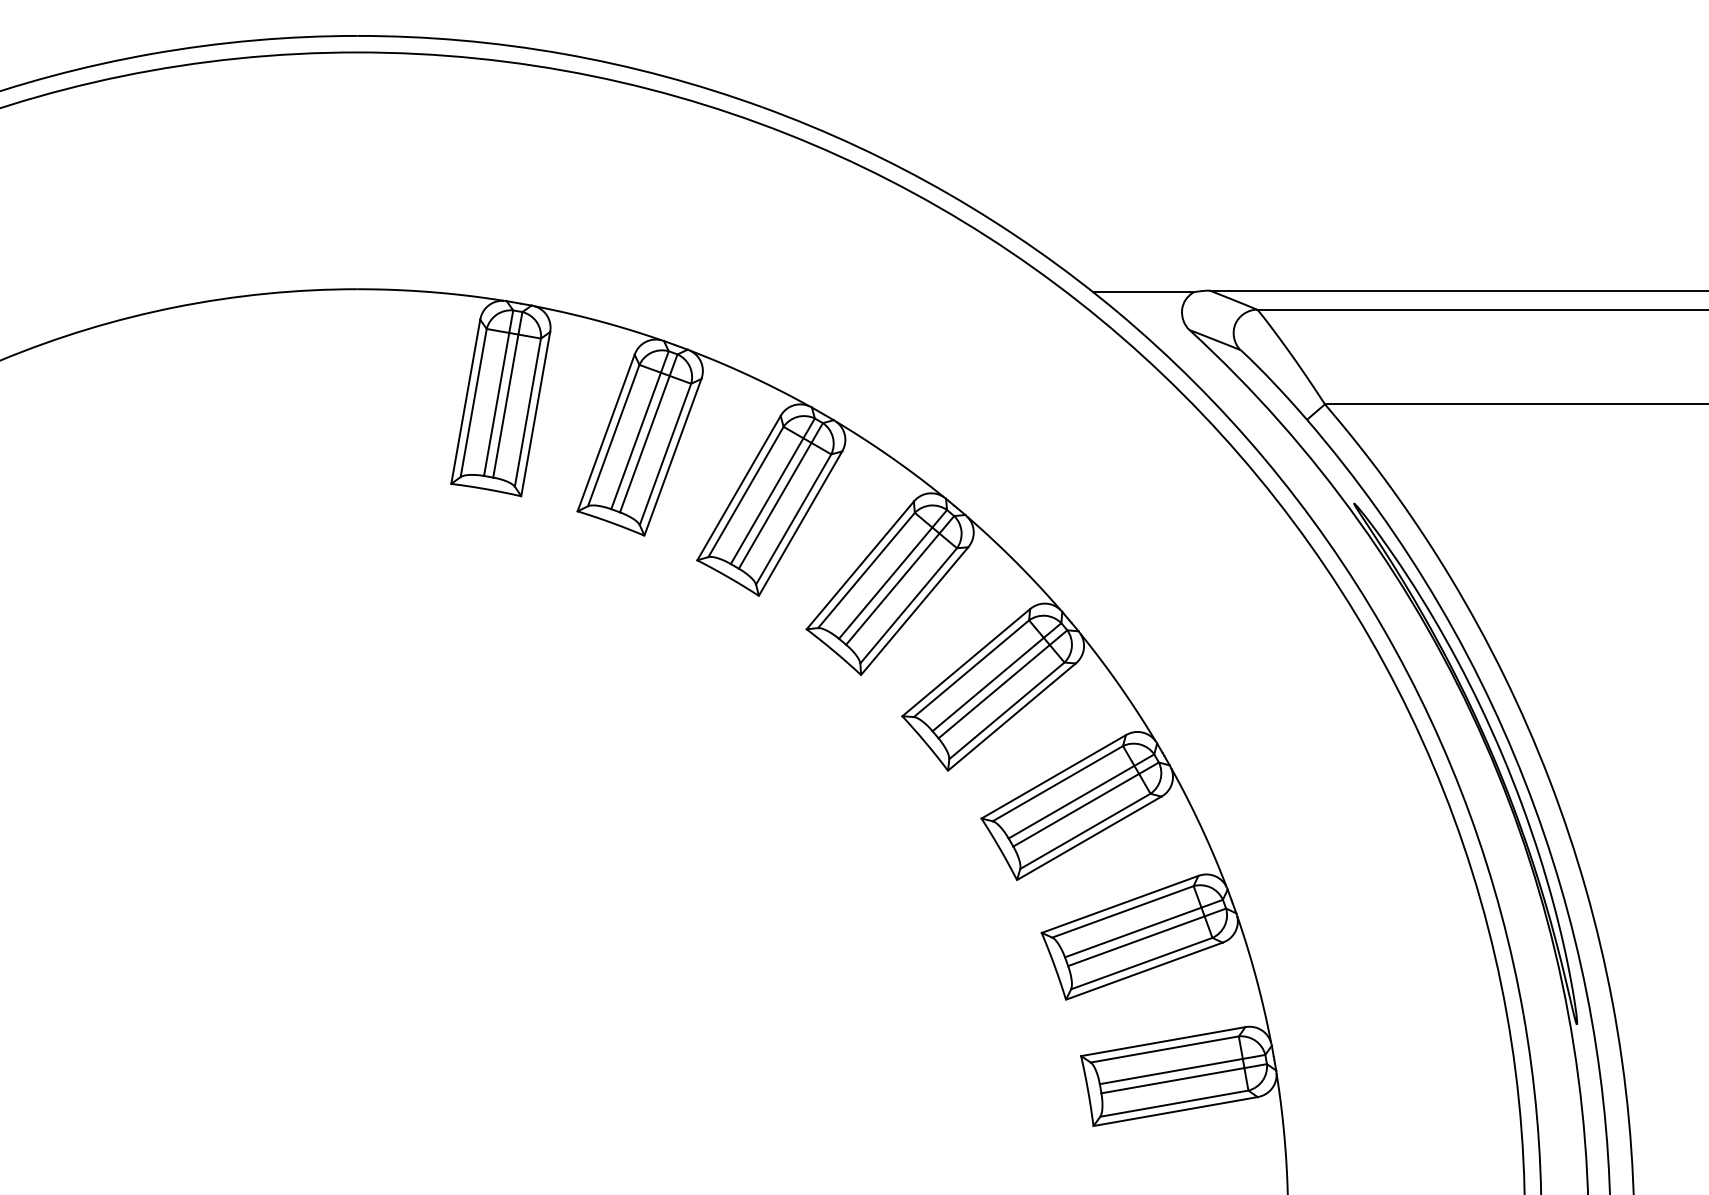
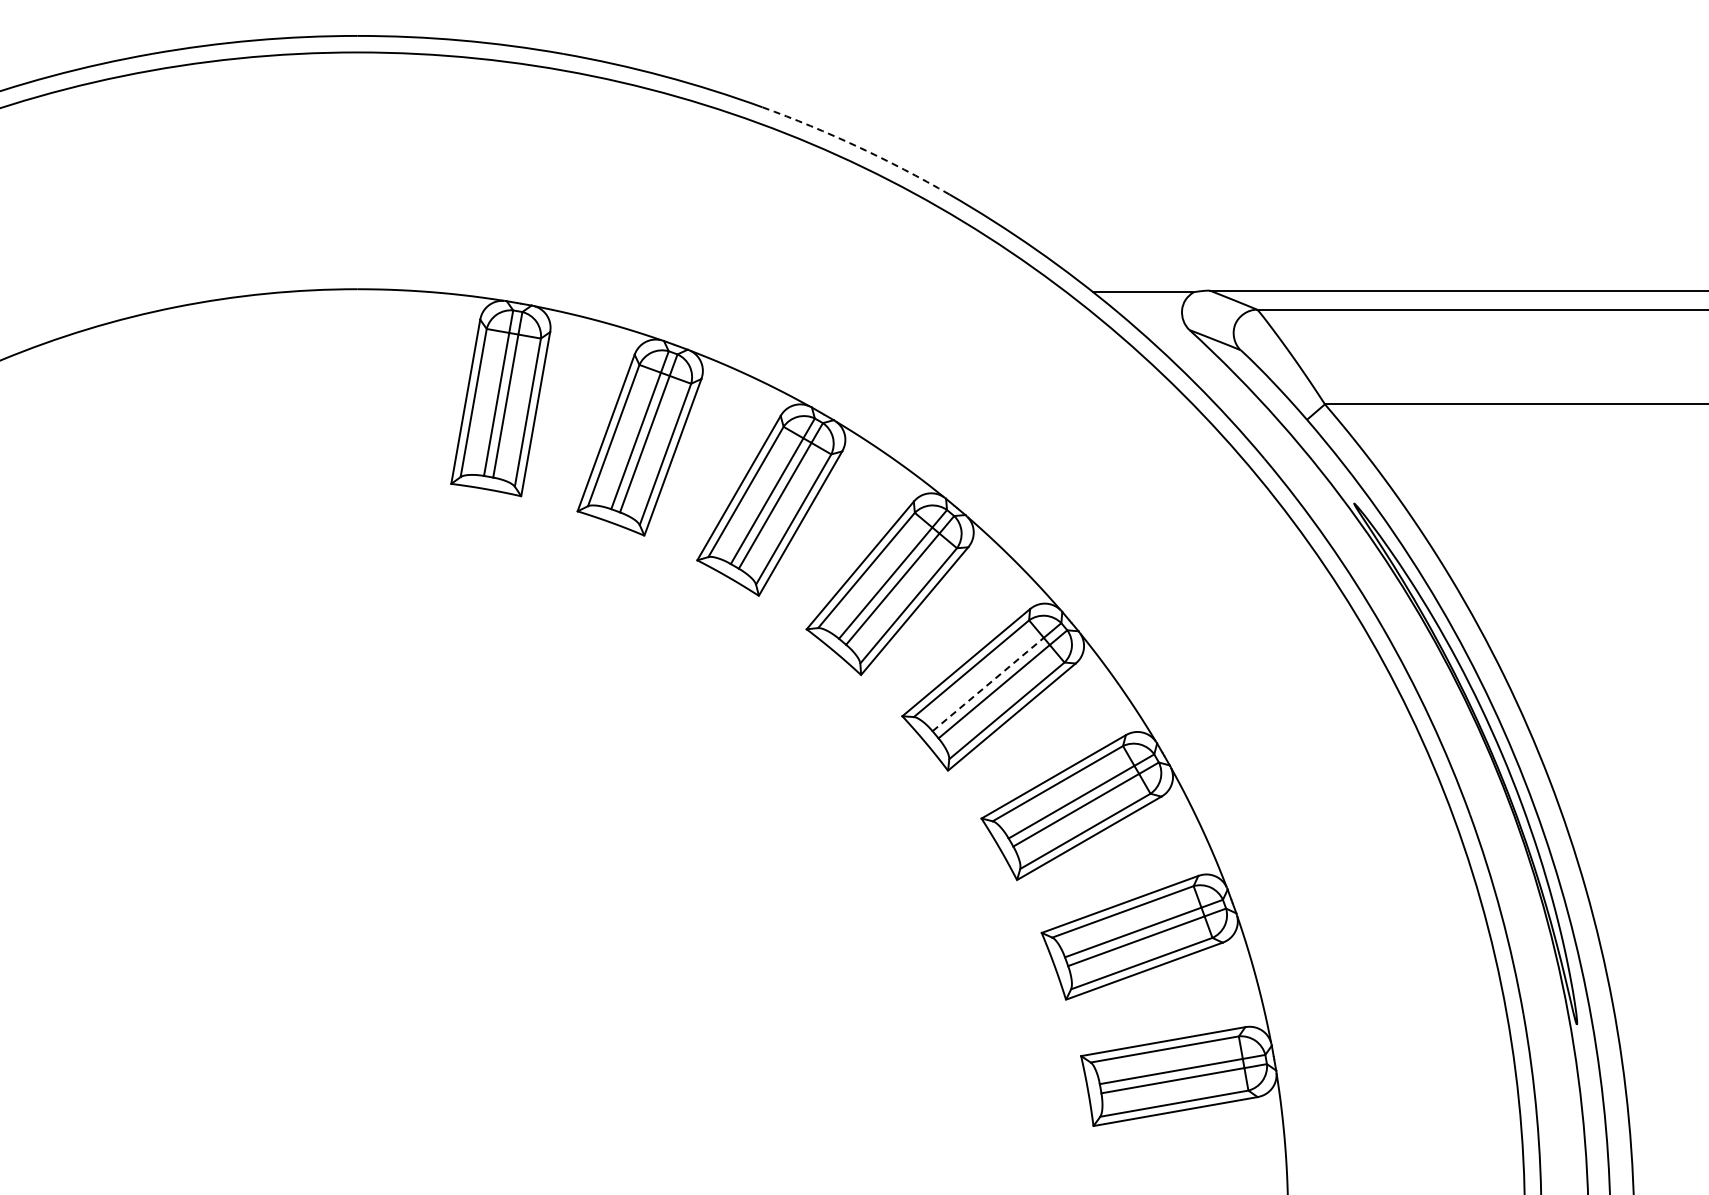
arc at (857, 146): solid -> dashed
line at (988, 684): solid -> dashed
